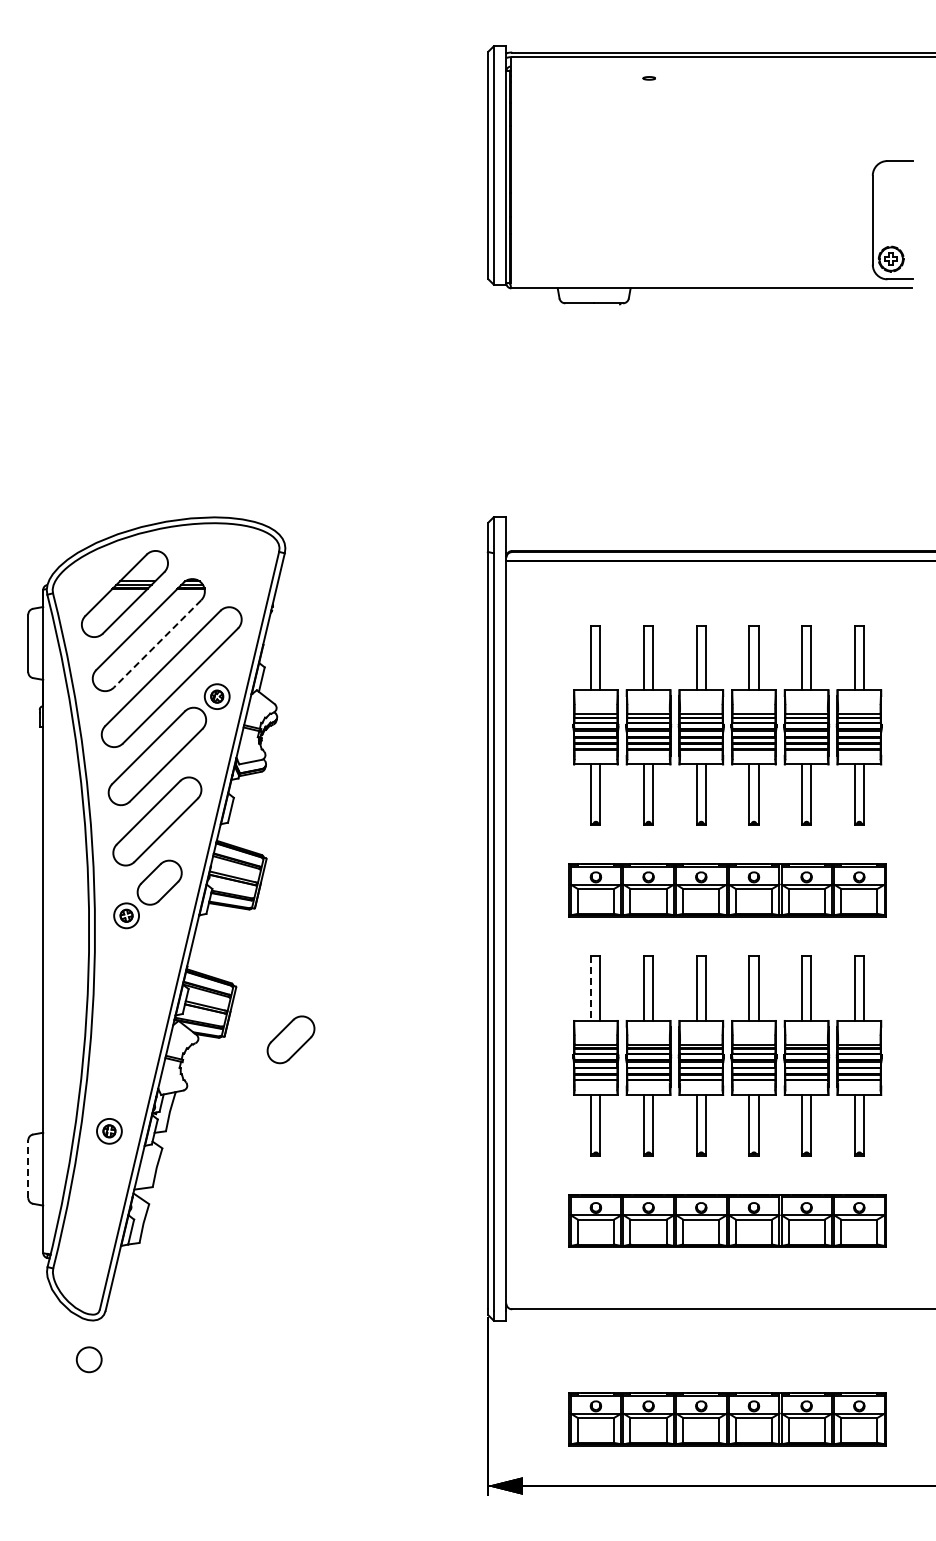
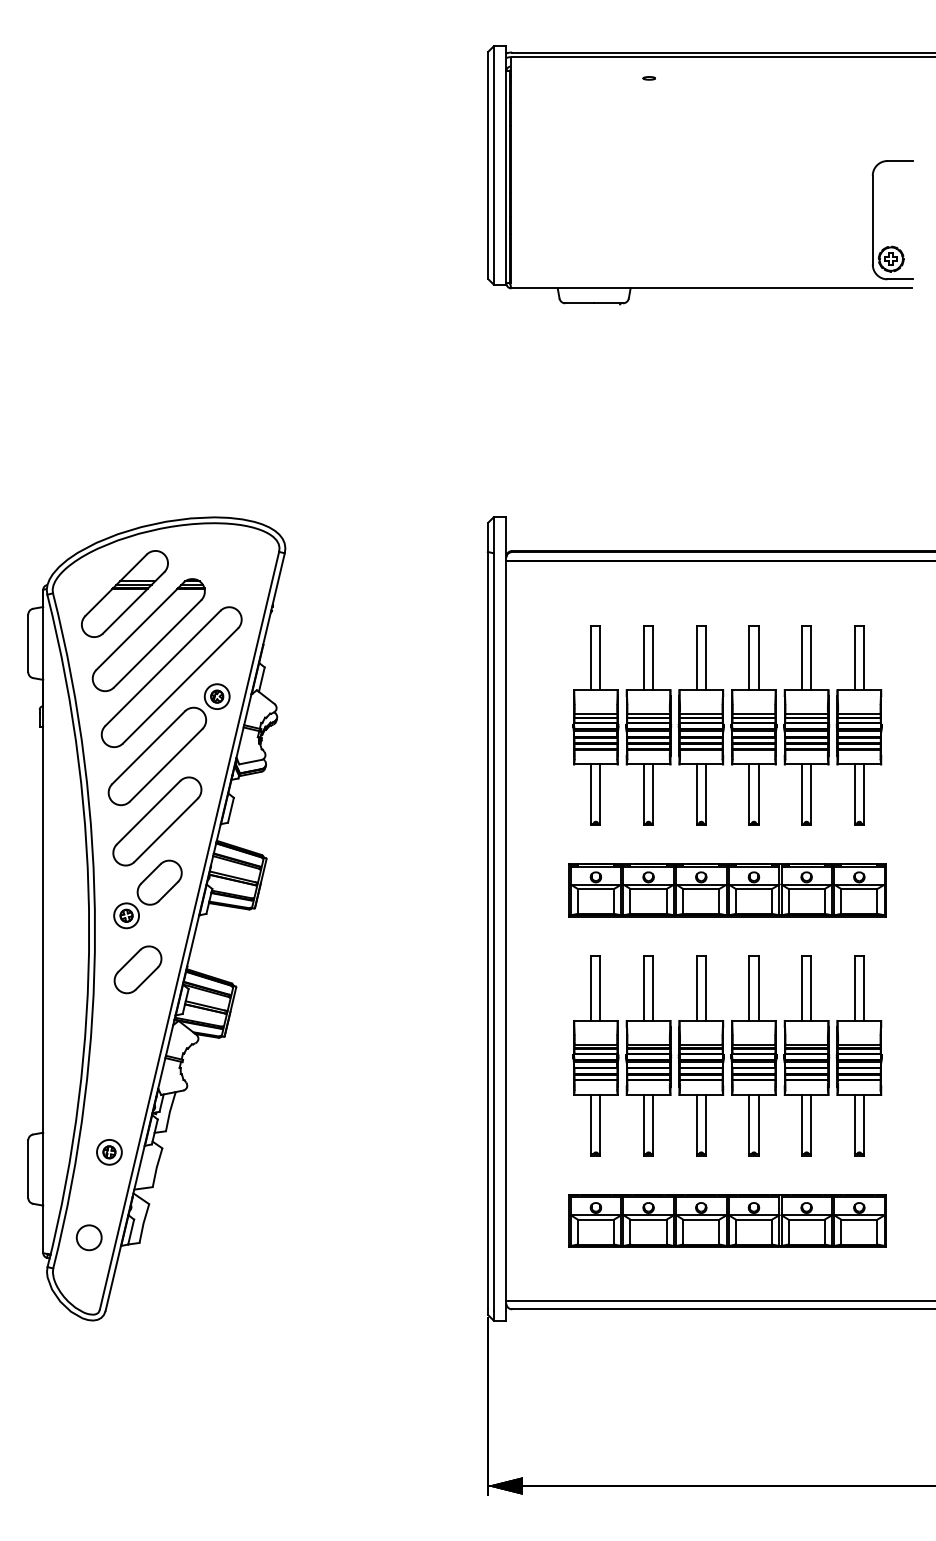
line at (157, 643): dashed -> solid
line at (591, 989): dashed -> solid
part at (290, 1039) position: (290, 1039) -> (137, 969)
part at (109, 1131) position: (109, 1131) -> (109, 1152)
line at (28, 1169): dashed -> solid
line at (719, 1301): none -> present
circle at (88, 1359) position: (88, 1359) -> (88, 1237)
part at (727, 1419): present -> none
